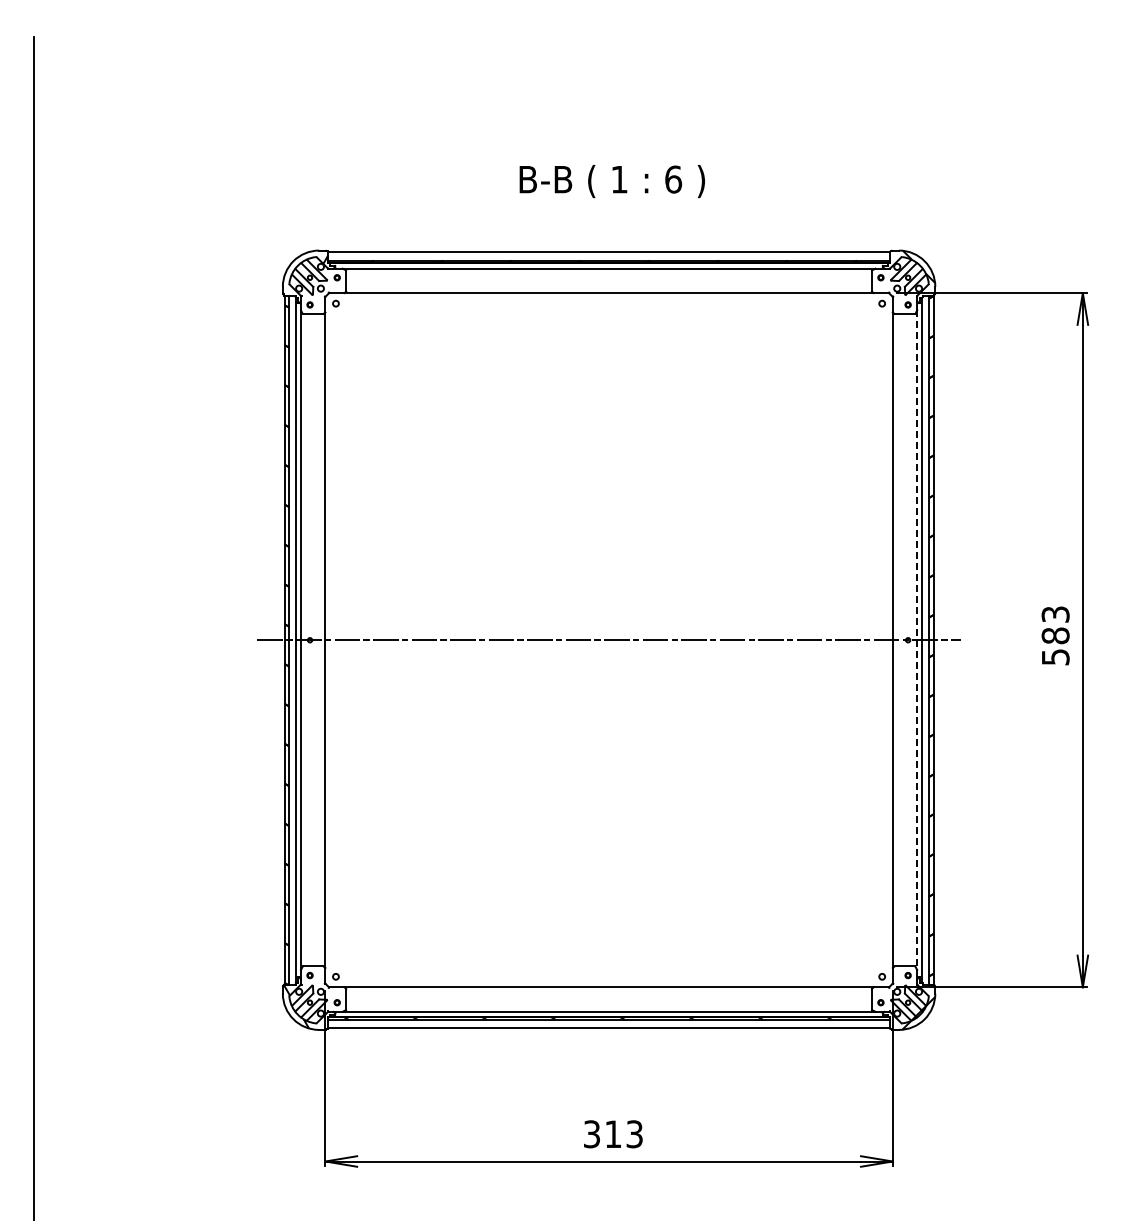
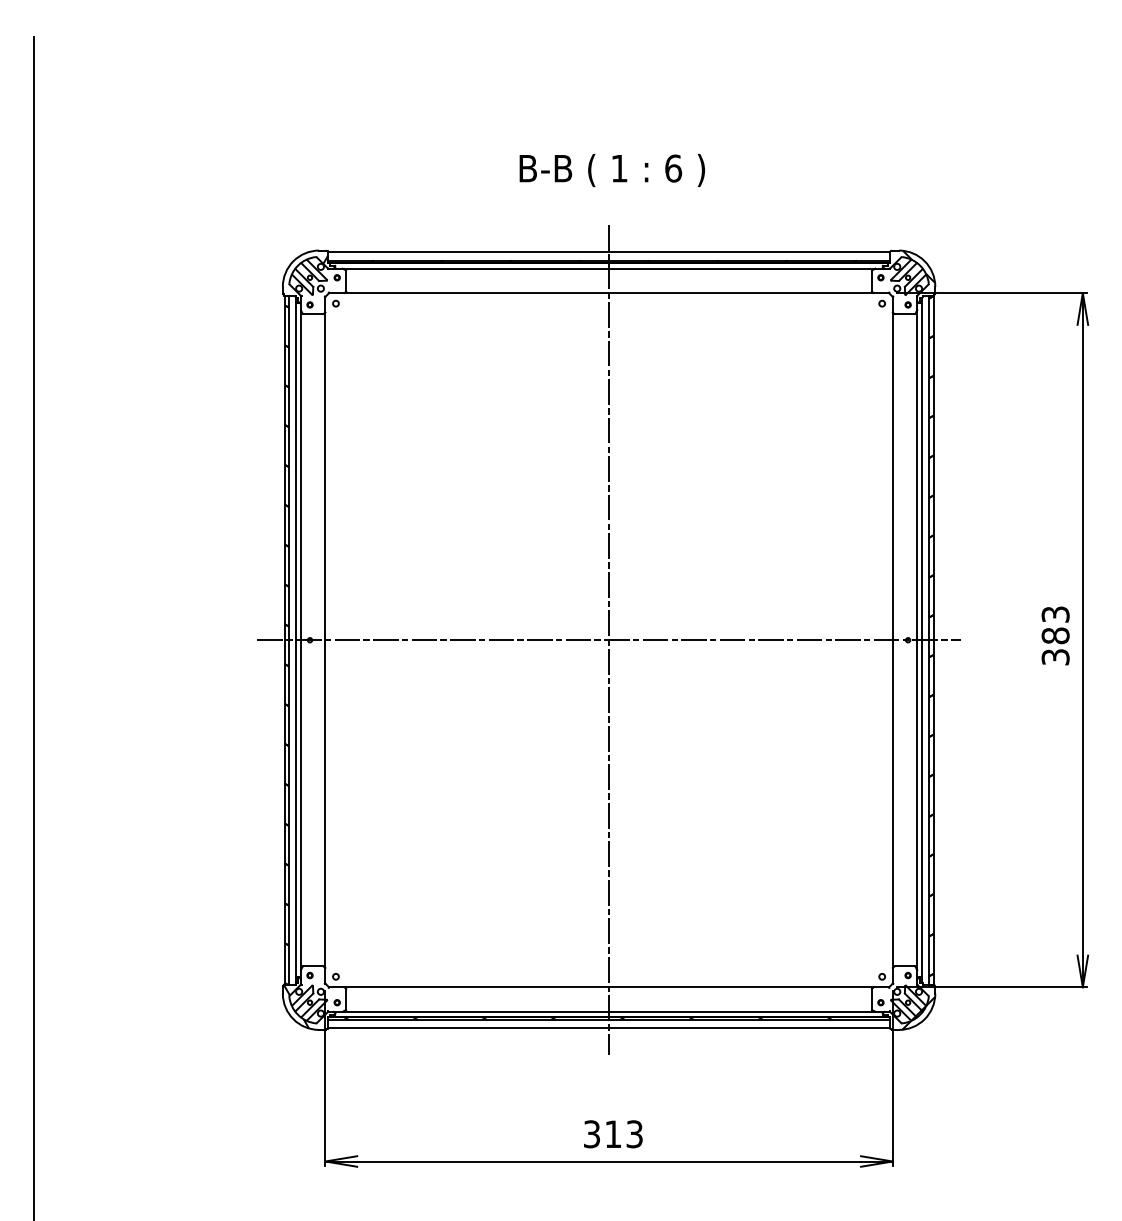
text at (611, 181) position: (611, 181) -> (611, 170)
line at (609, 640): none -> present
line at (917, 640): dashed -> solid
text at (1055, 656): 583 -> 383
